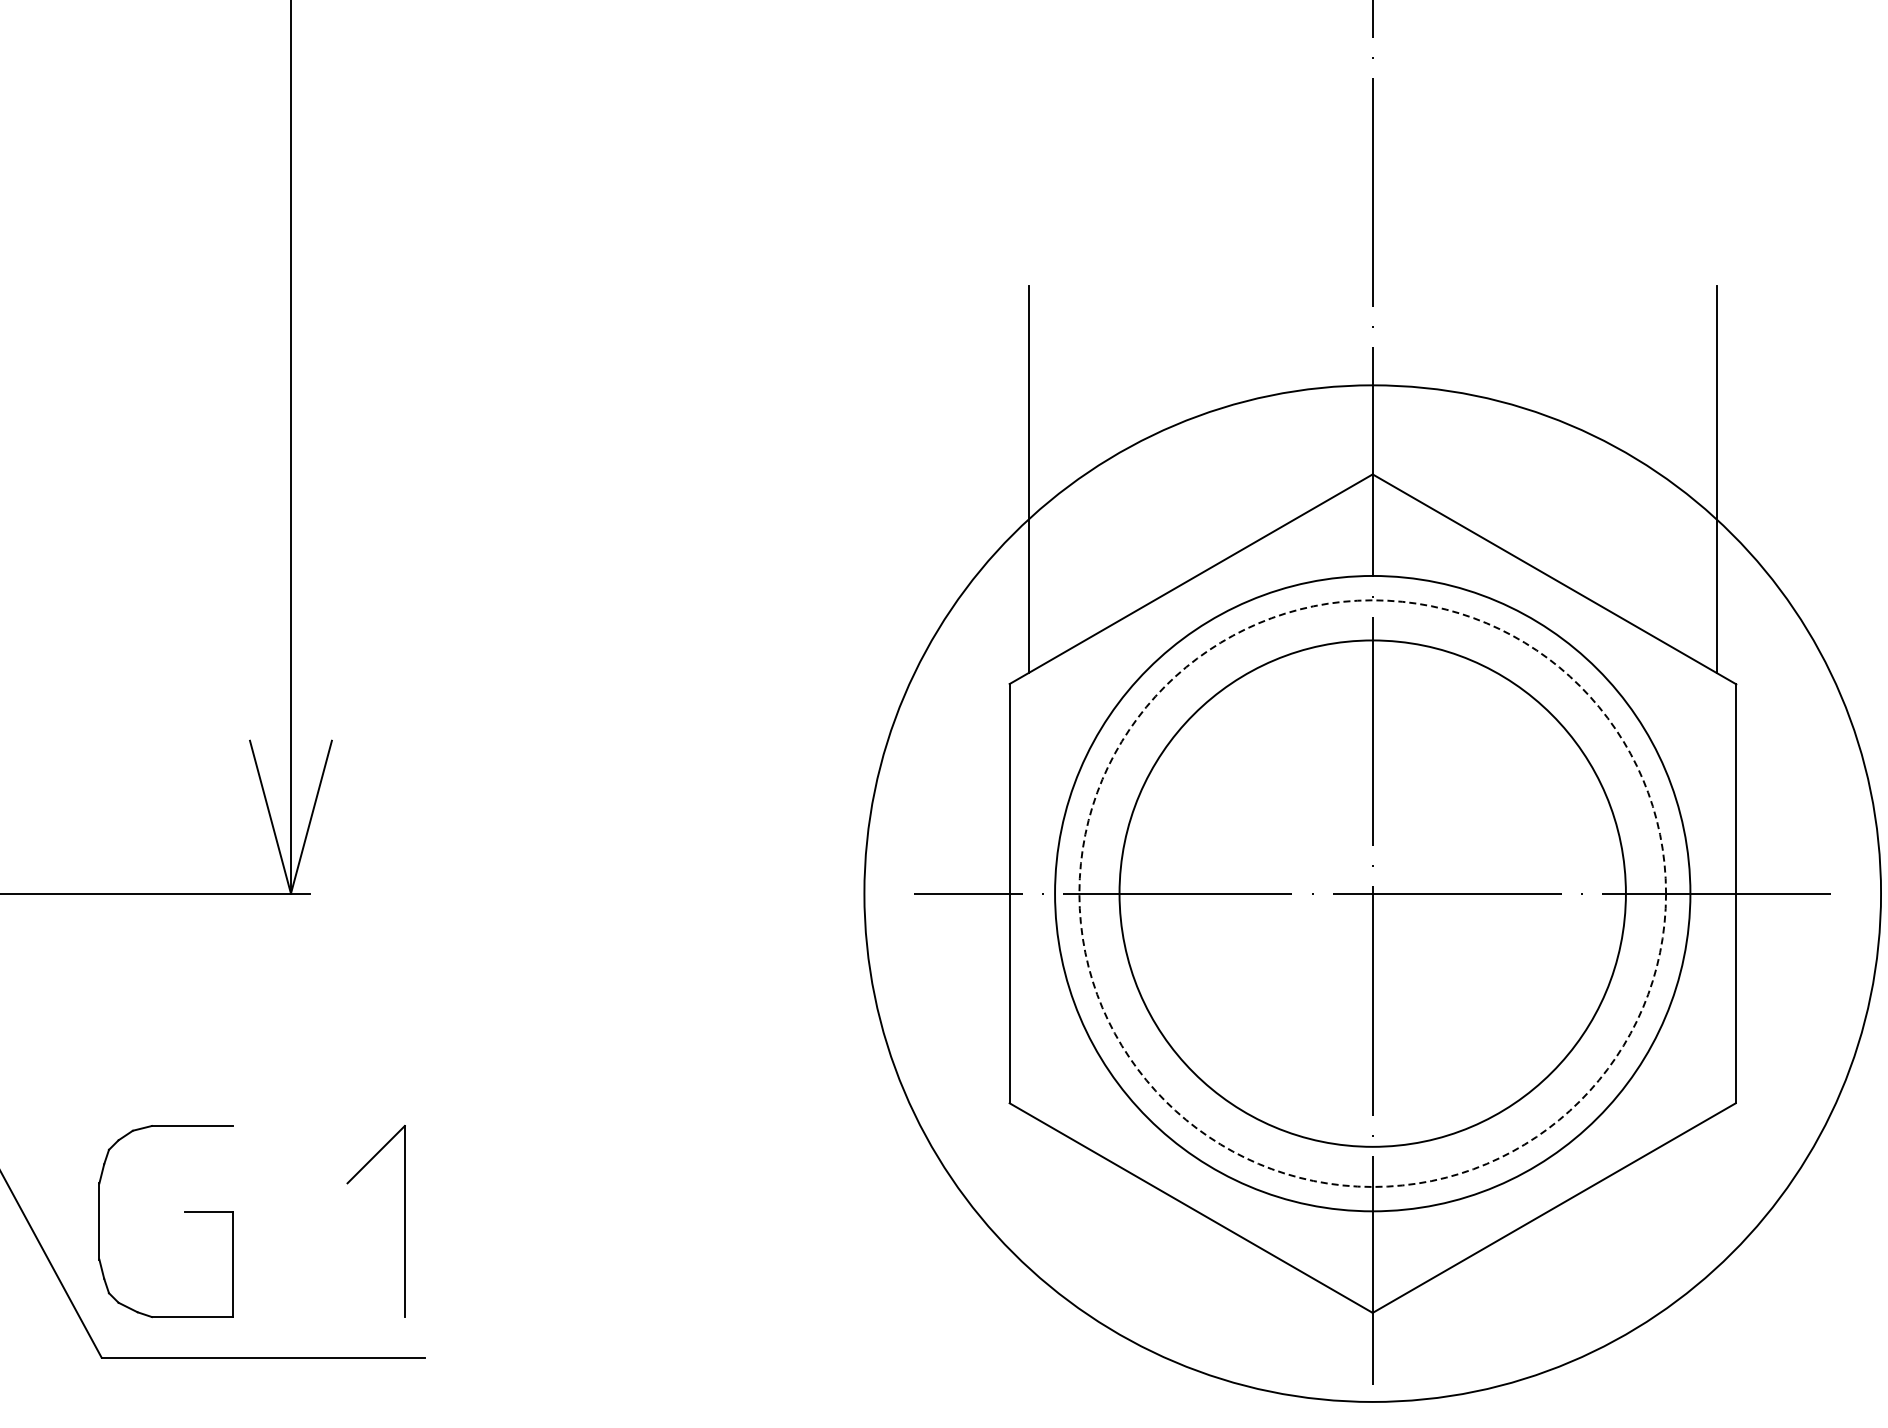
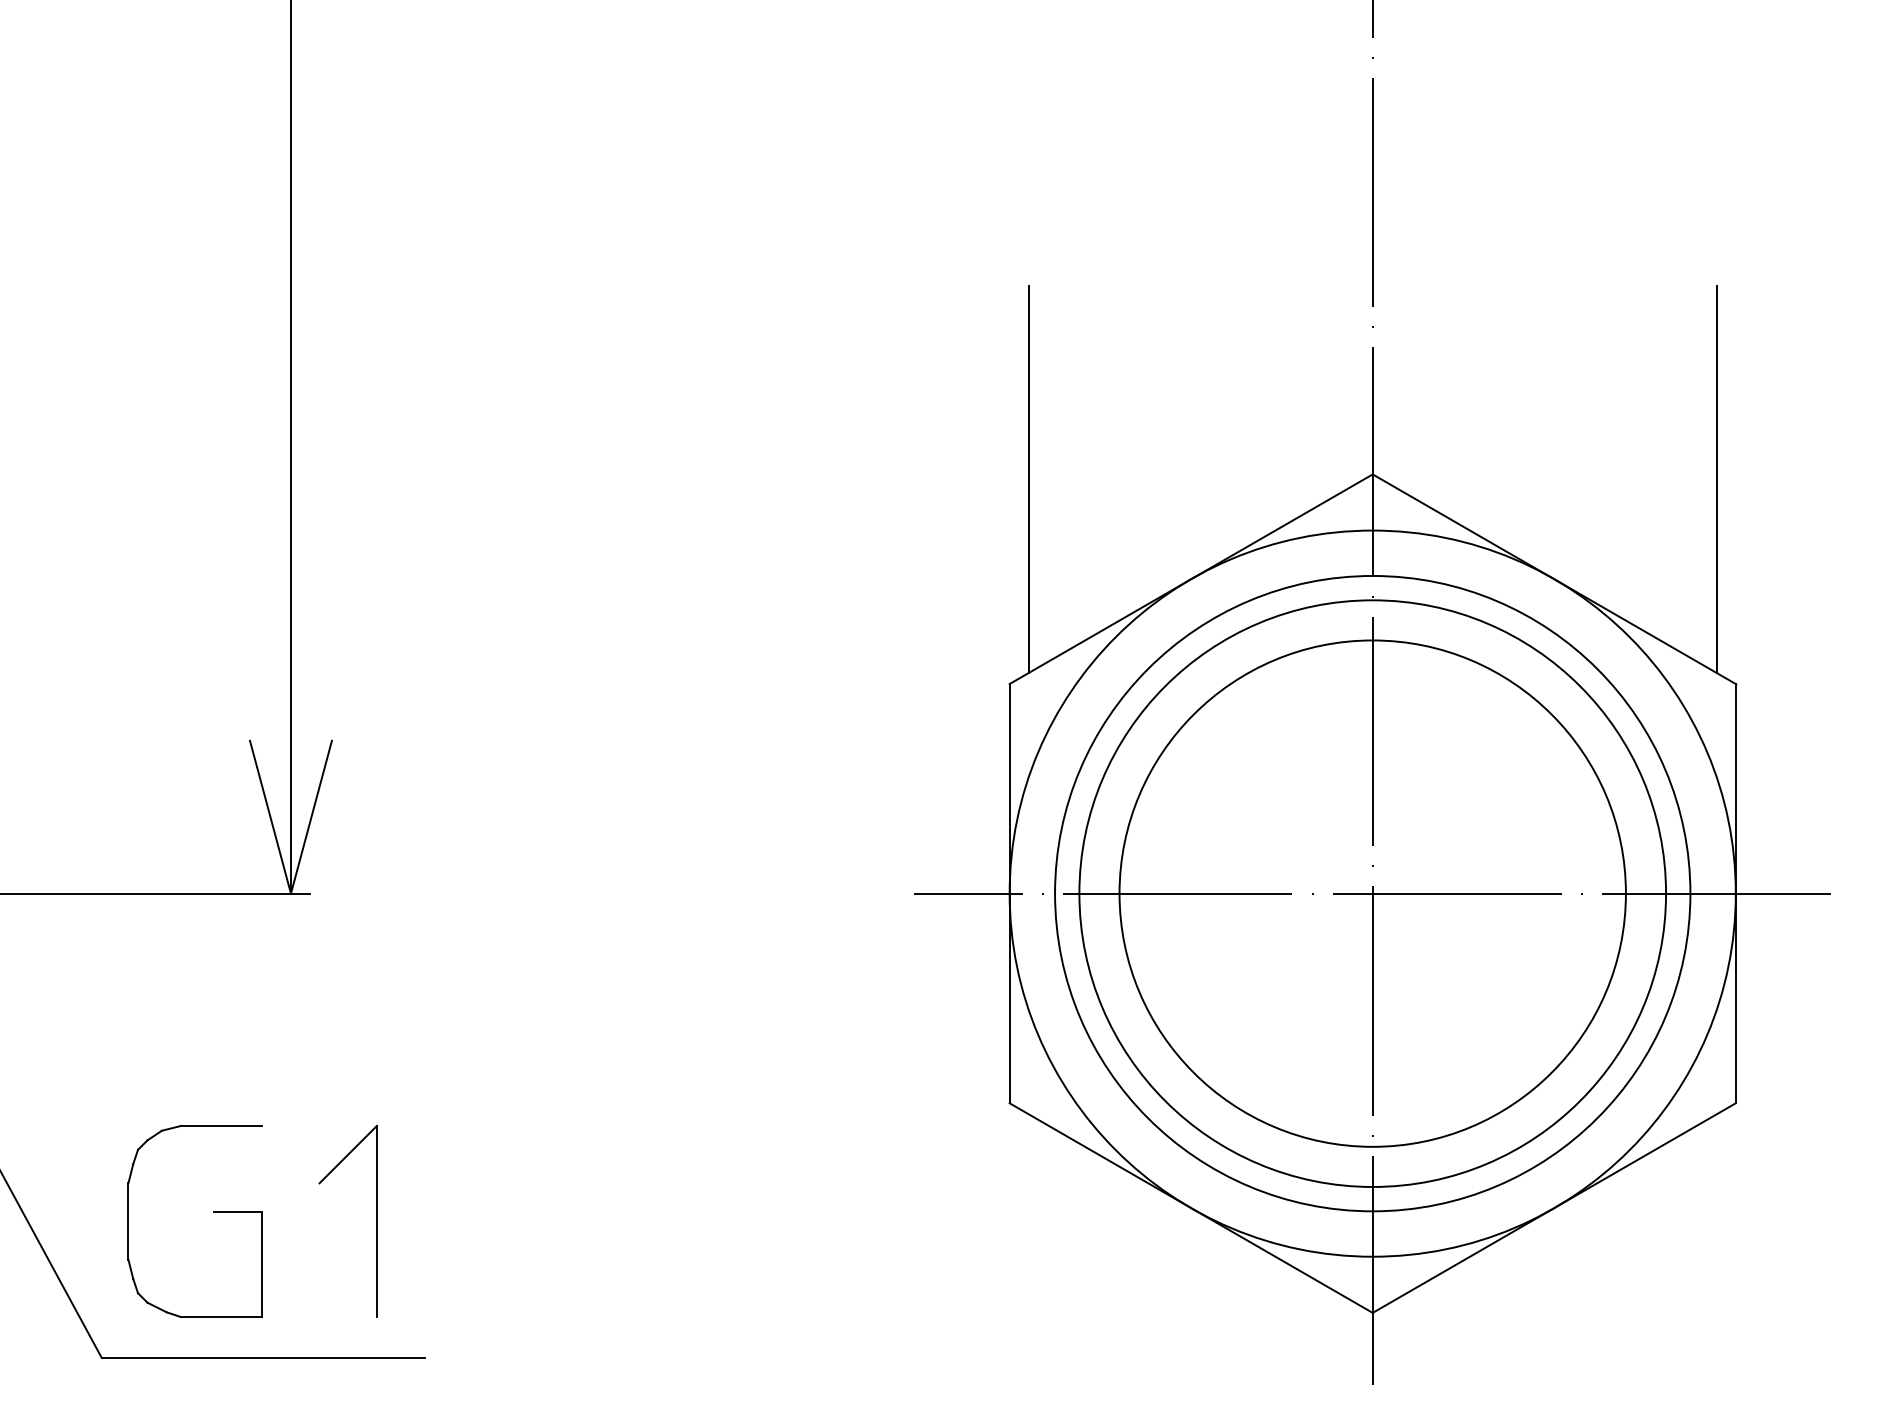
circle at (1372, 893) diameter: 1017 px -> 726 px
circle at (1372, 893): dashed -> solid
part at (184, 1212) position: (184, 1212) -> (213, 1212)
part at (404, 1221) position: (404, 1221) -> (376, 1221)
